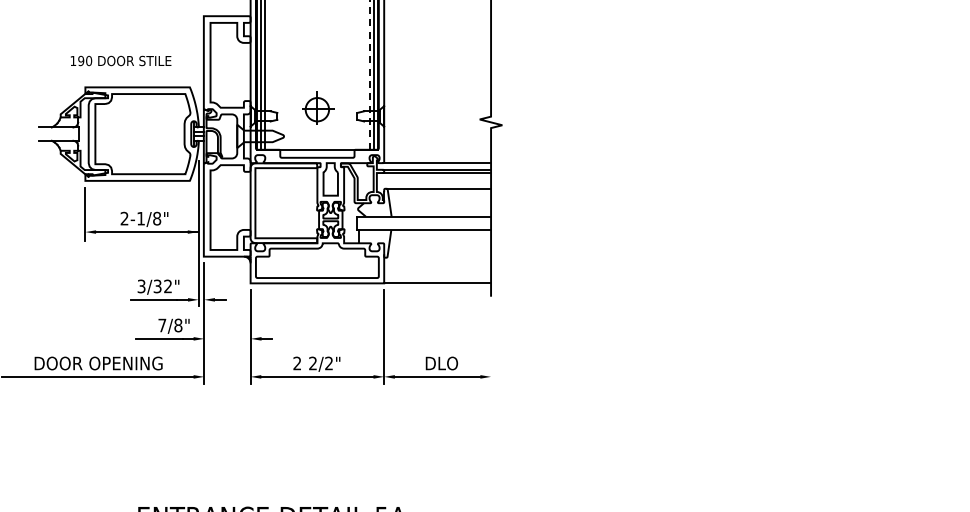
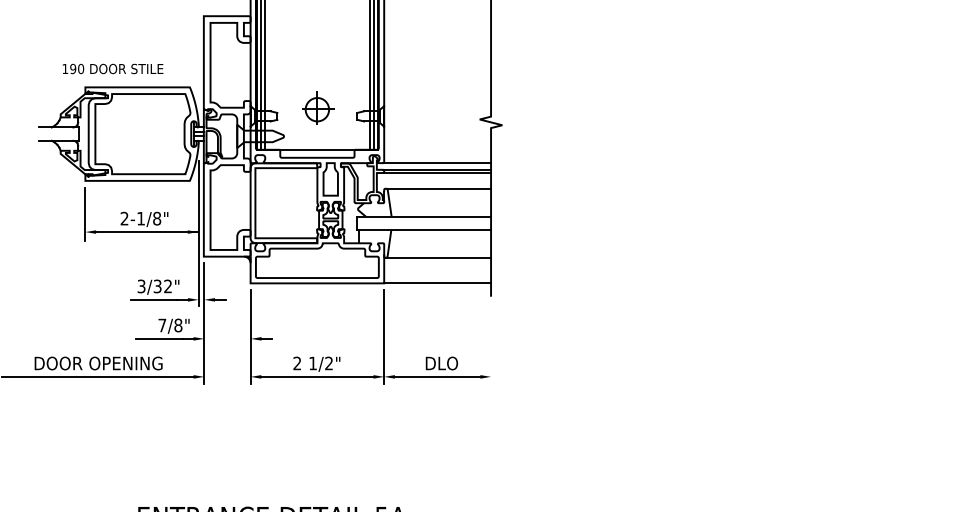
text at (120, 60) position: (120, 60) -> (112, 68)
line at (369, 74): dashed -> solid
line at (438, 257): none -> present
text at (312, 363): 2/2" -> 1/2"
